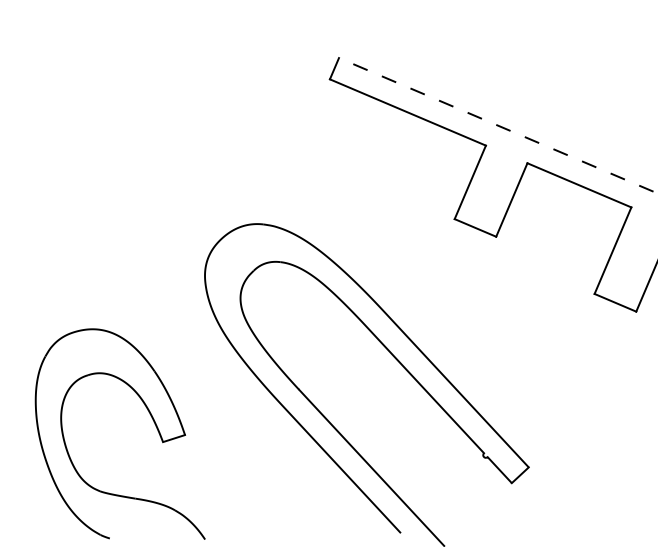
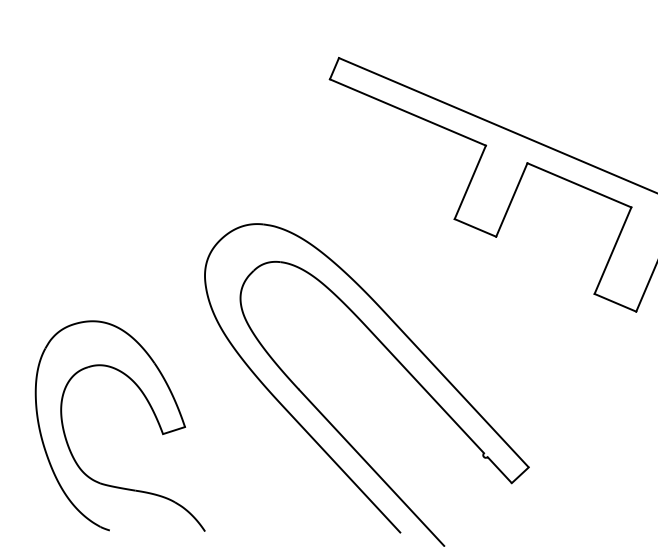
line at (498, 125): dashed -> solid
part at (151, 418) position: (151, 418) -> (151, 410)
